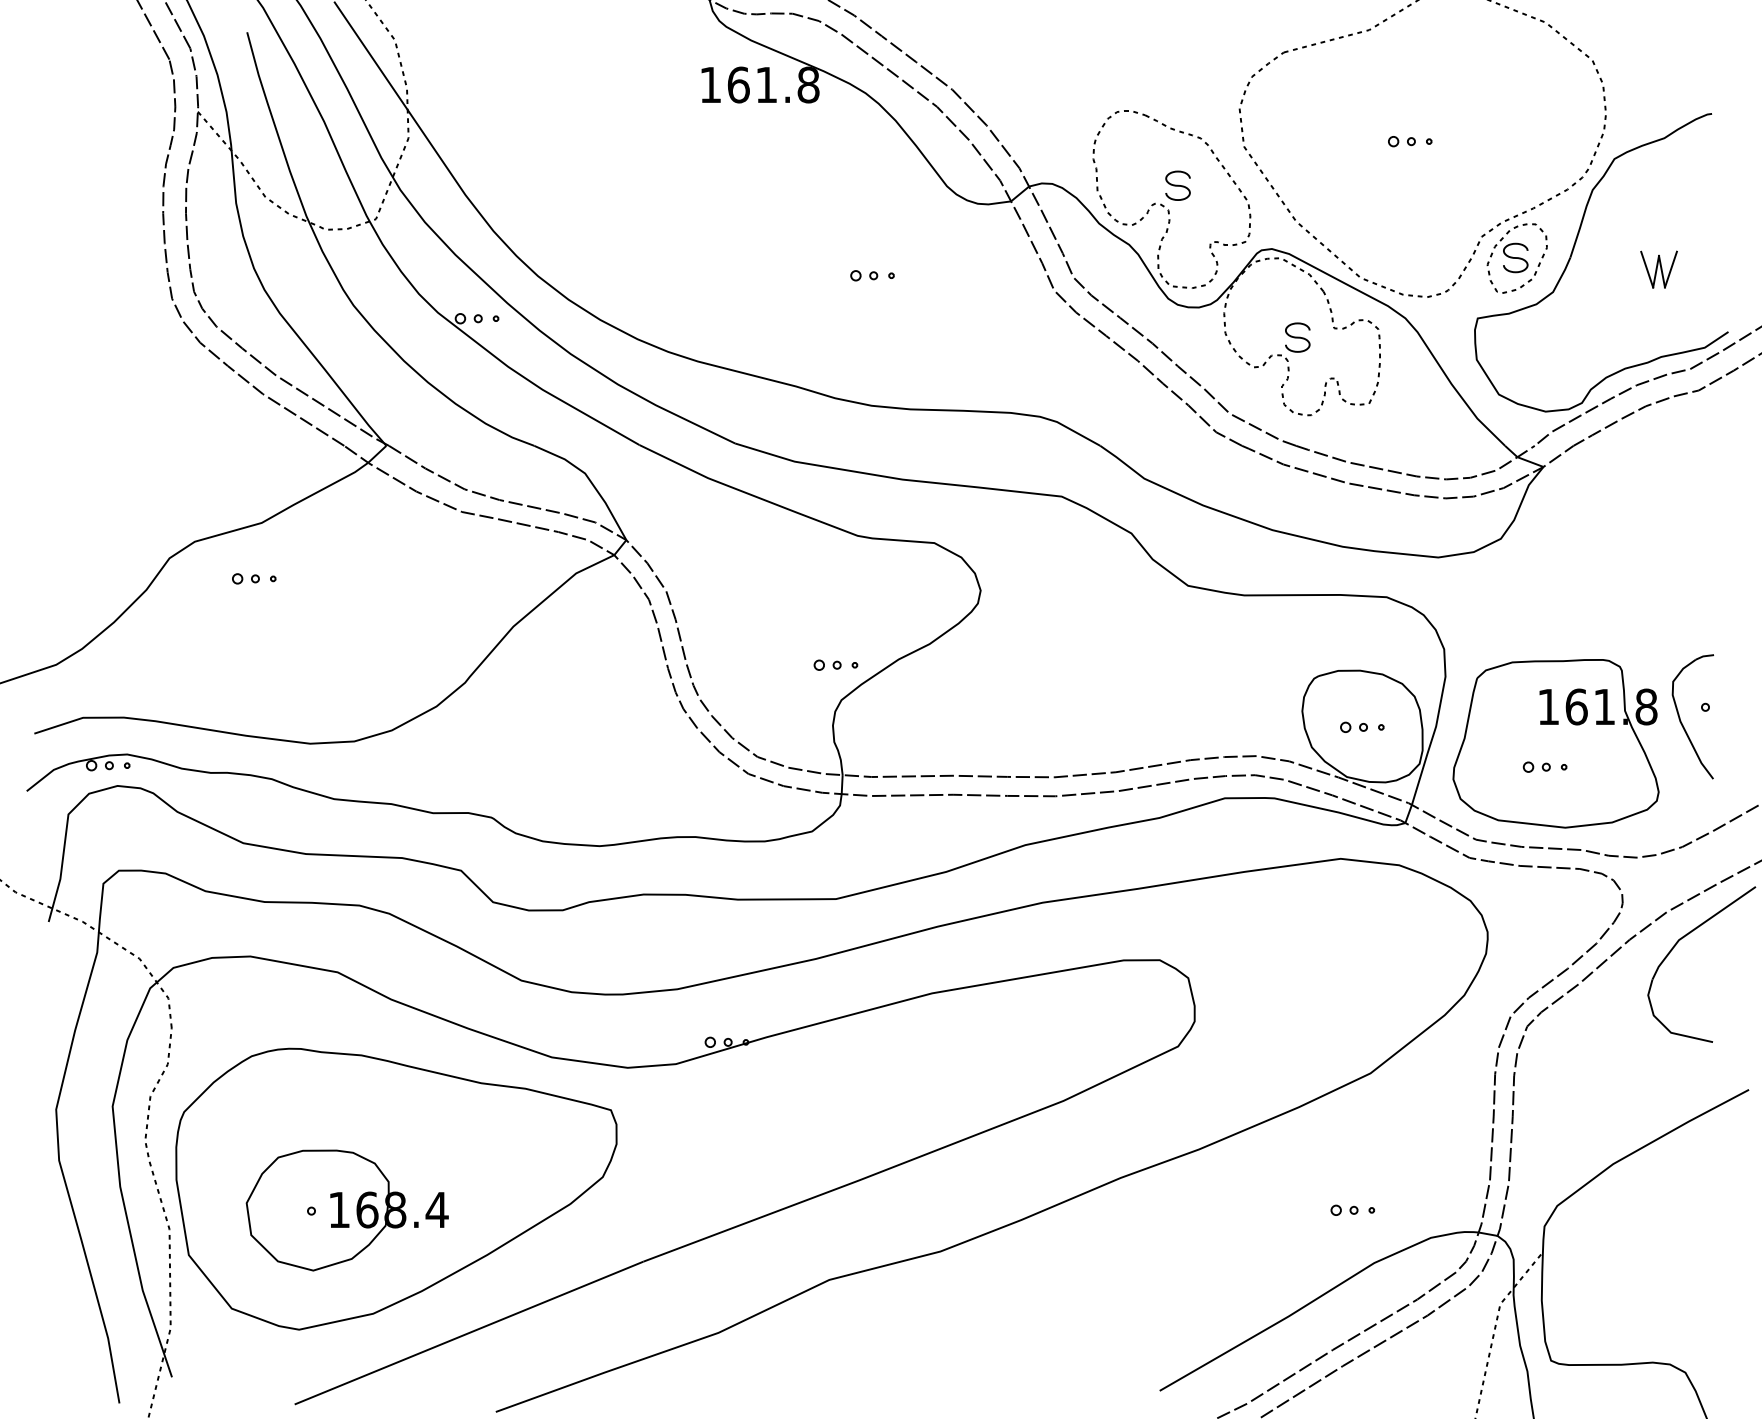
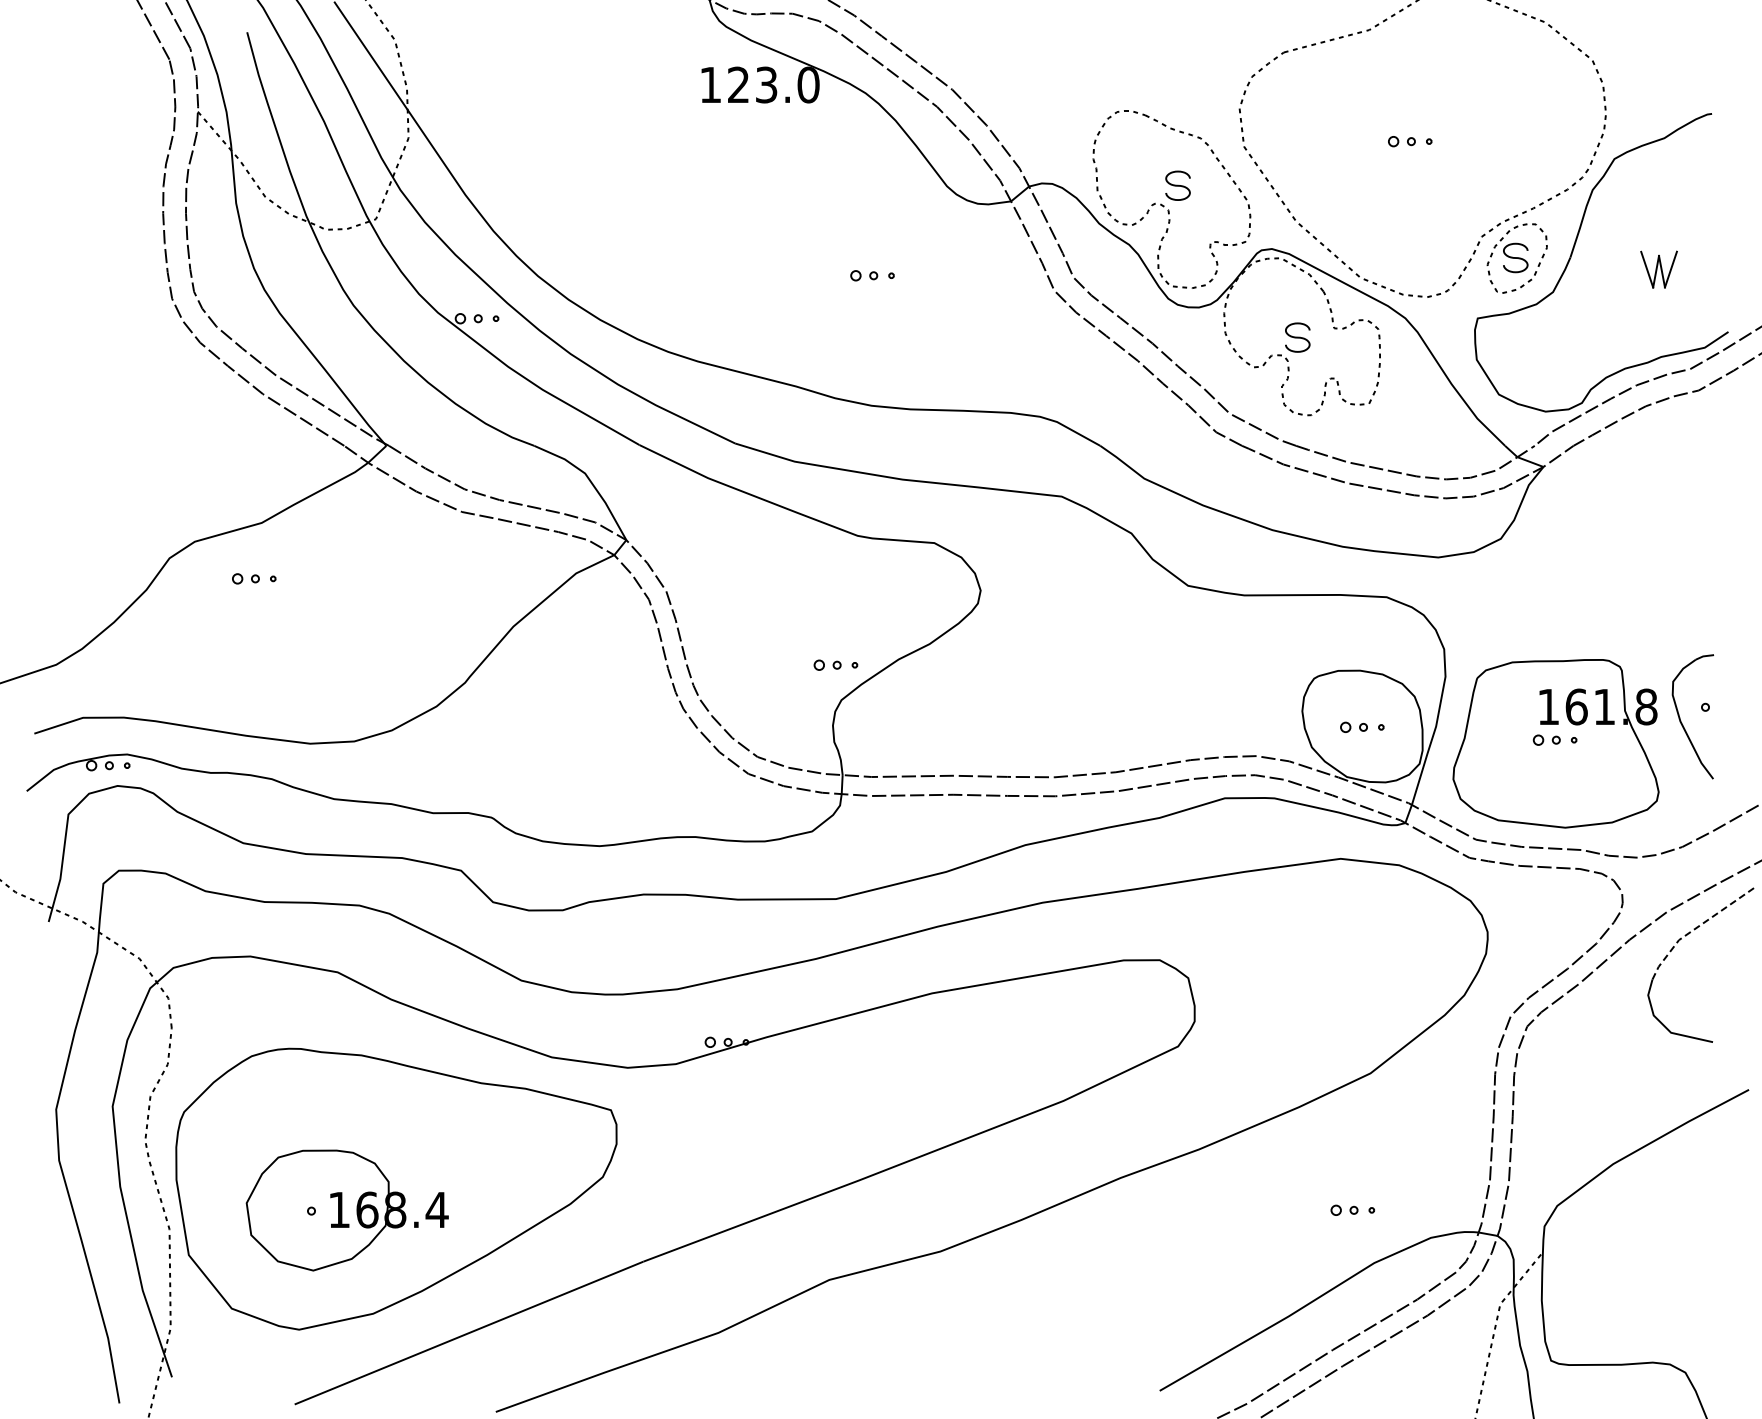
text at (773, 84): 161.8 -> 123.0
part at (1544, 766) position: (1544, 766) -> (1554, 739)
line at (1696, 927): solid -> dashed
